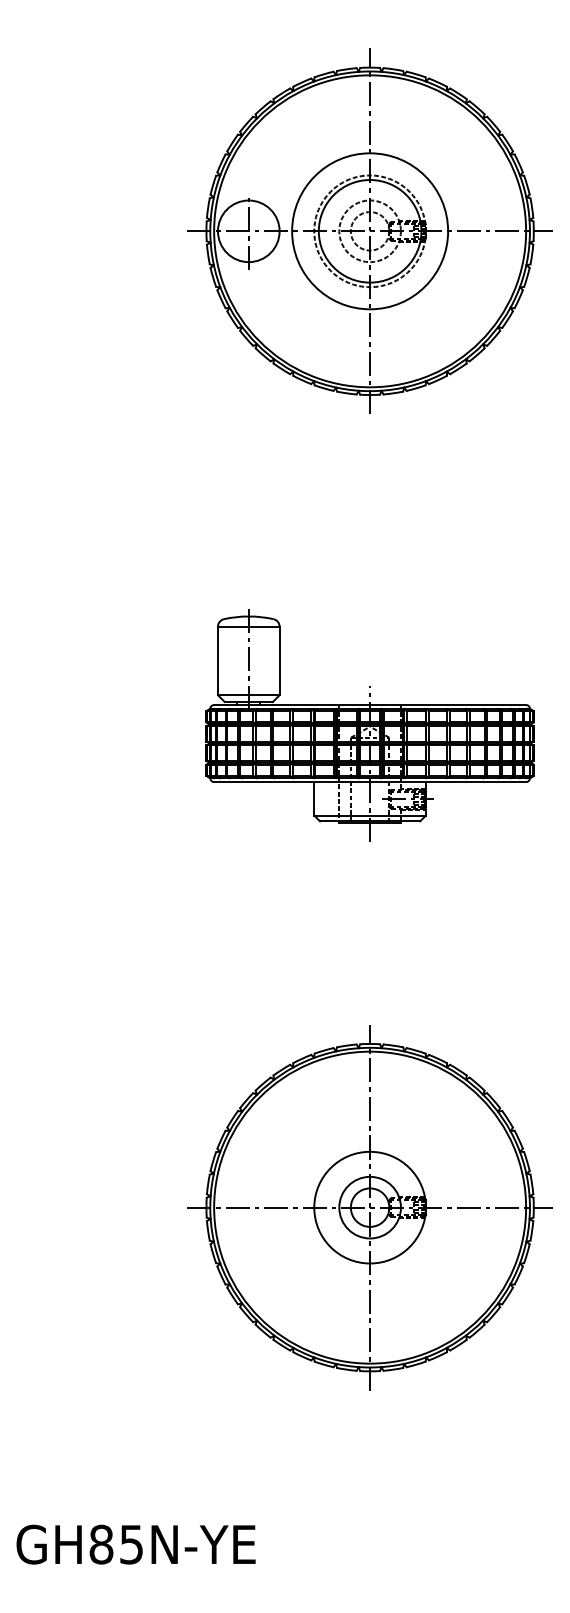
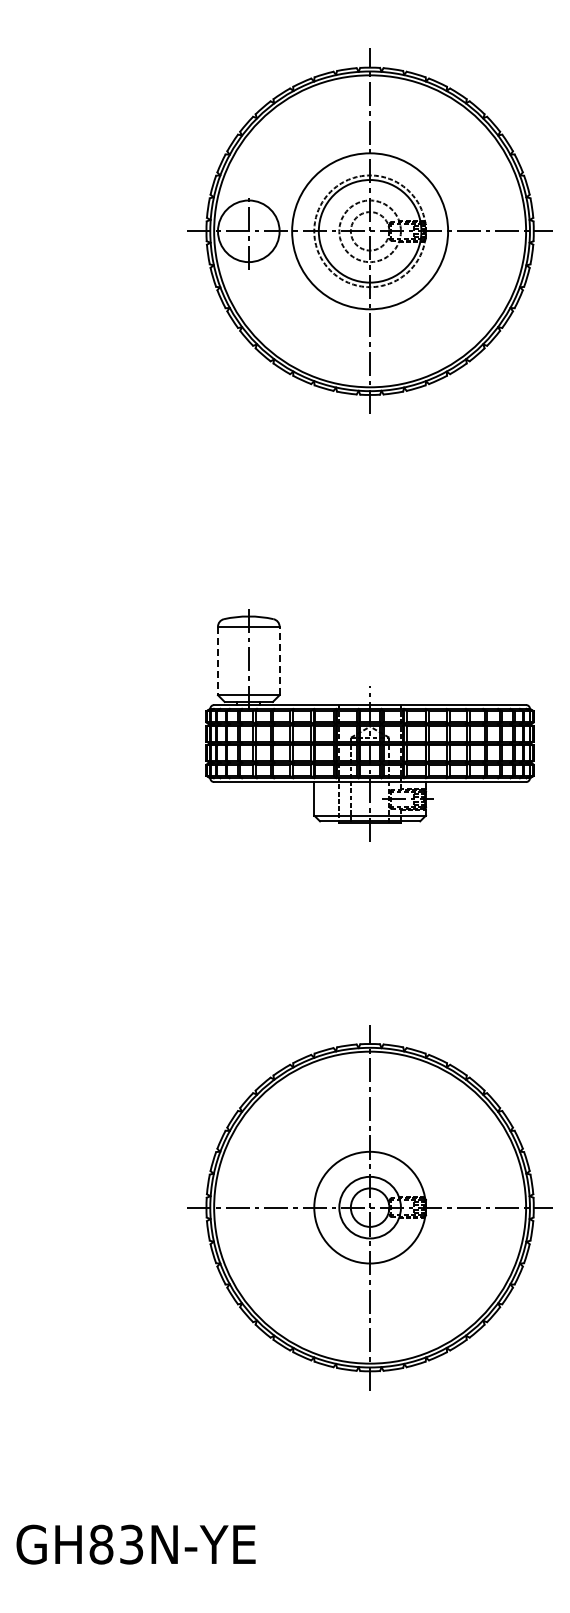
line at (279, 660): solid -> dashed
line at (218, 661): solid -> dashed
text at (132, 1544): GH85N-YE -> GH83N-YE
